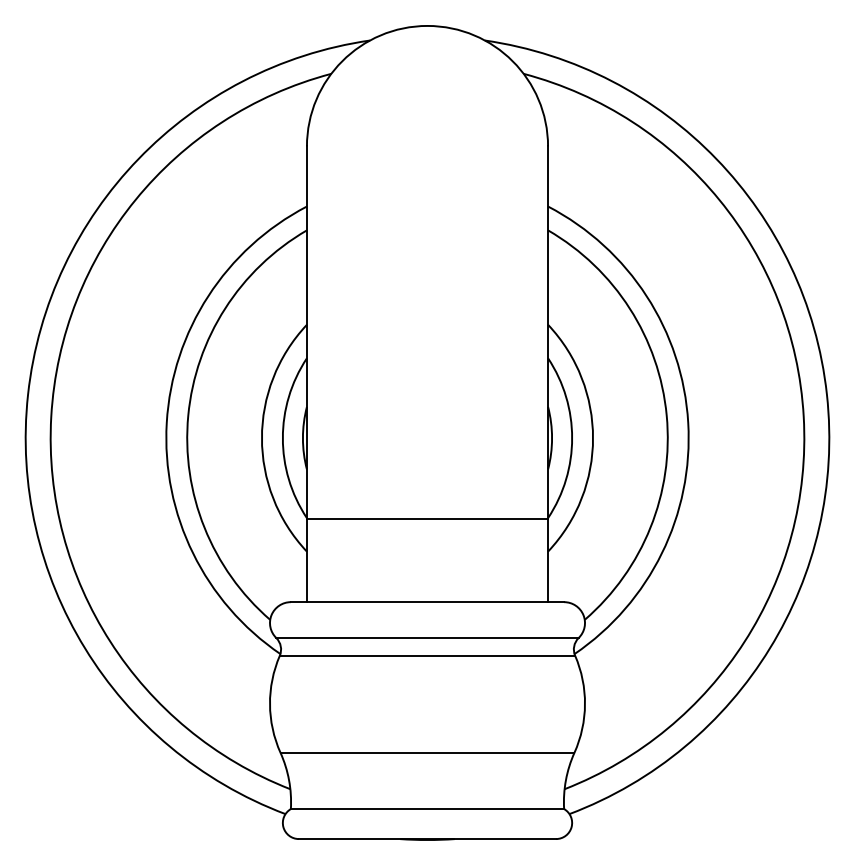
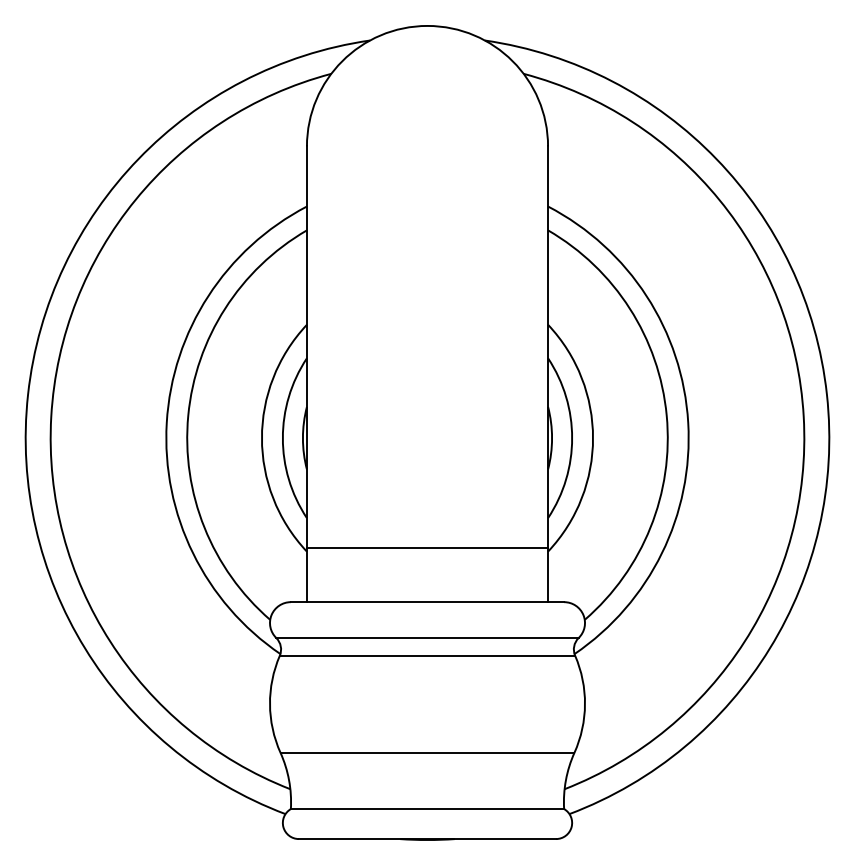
line at (427, 519) position: (427, 519) -> (427, 548)
